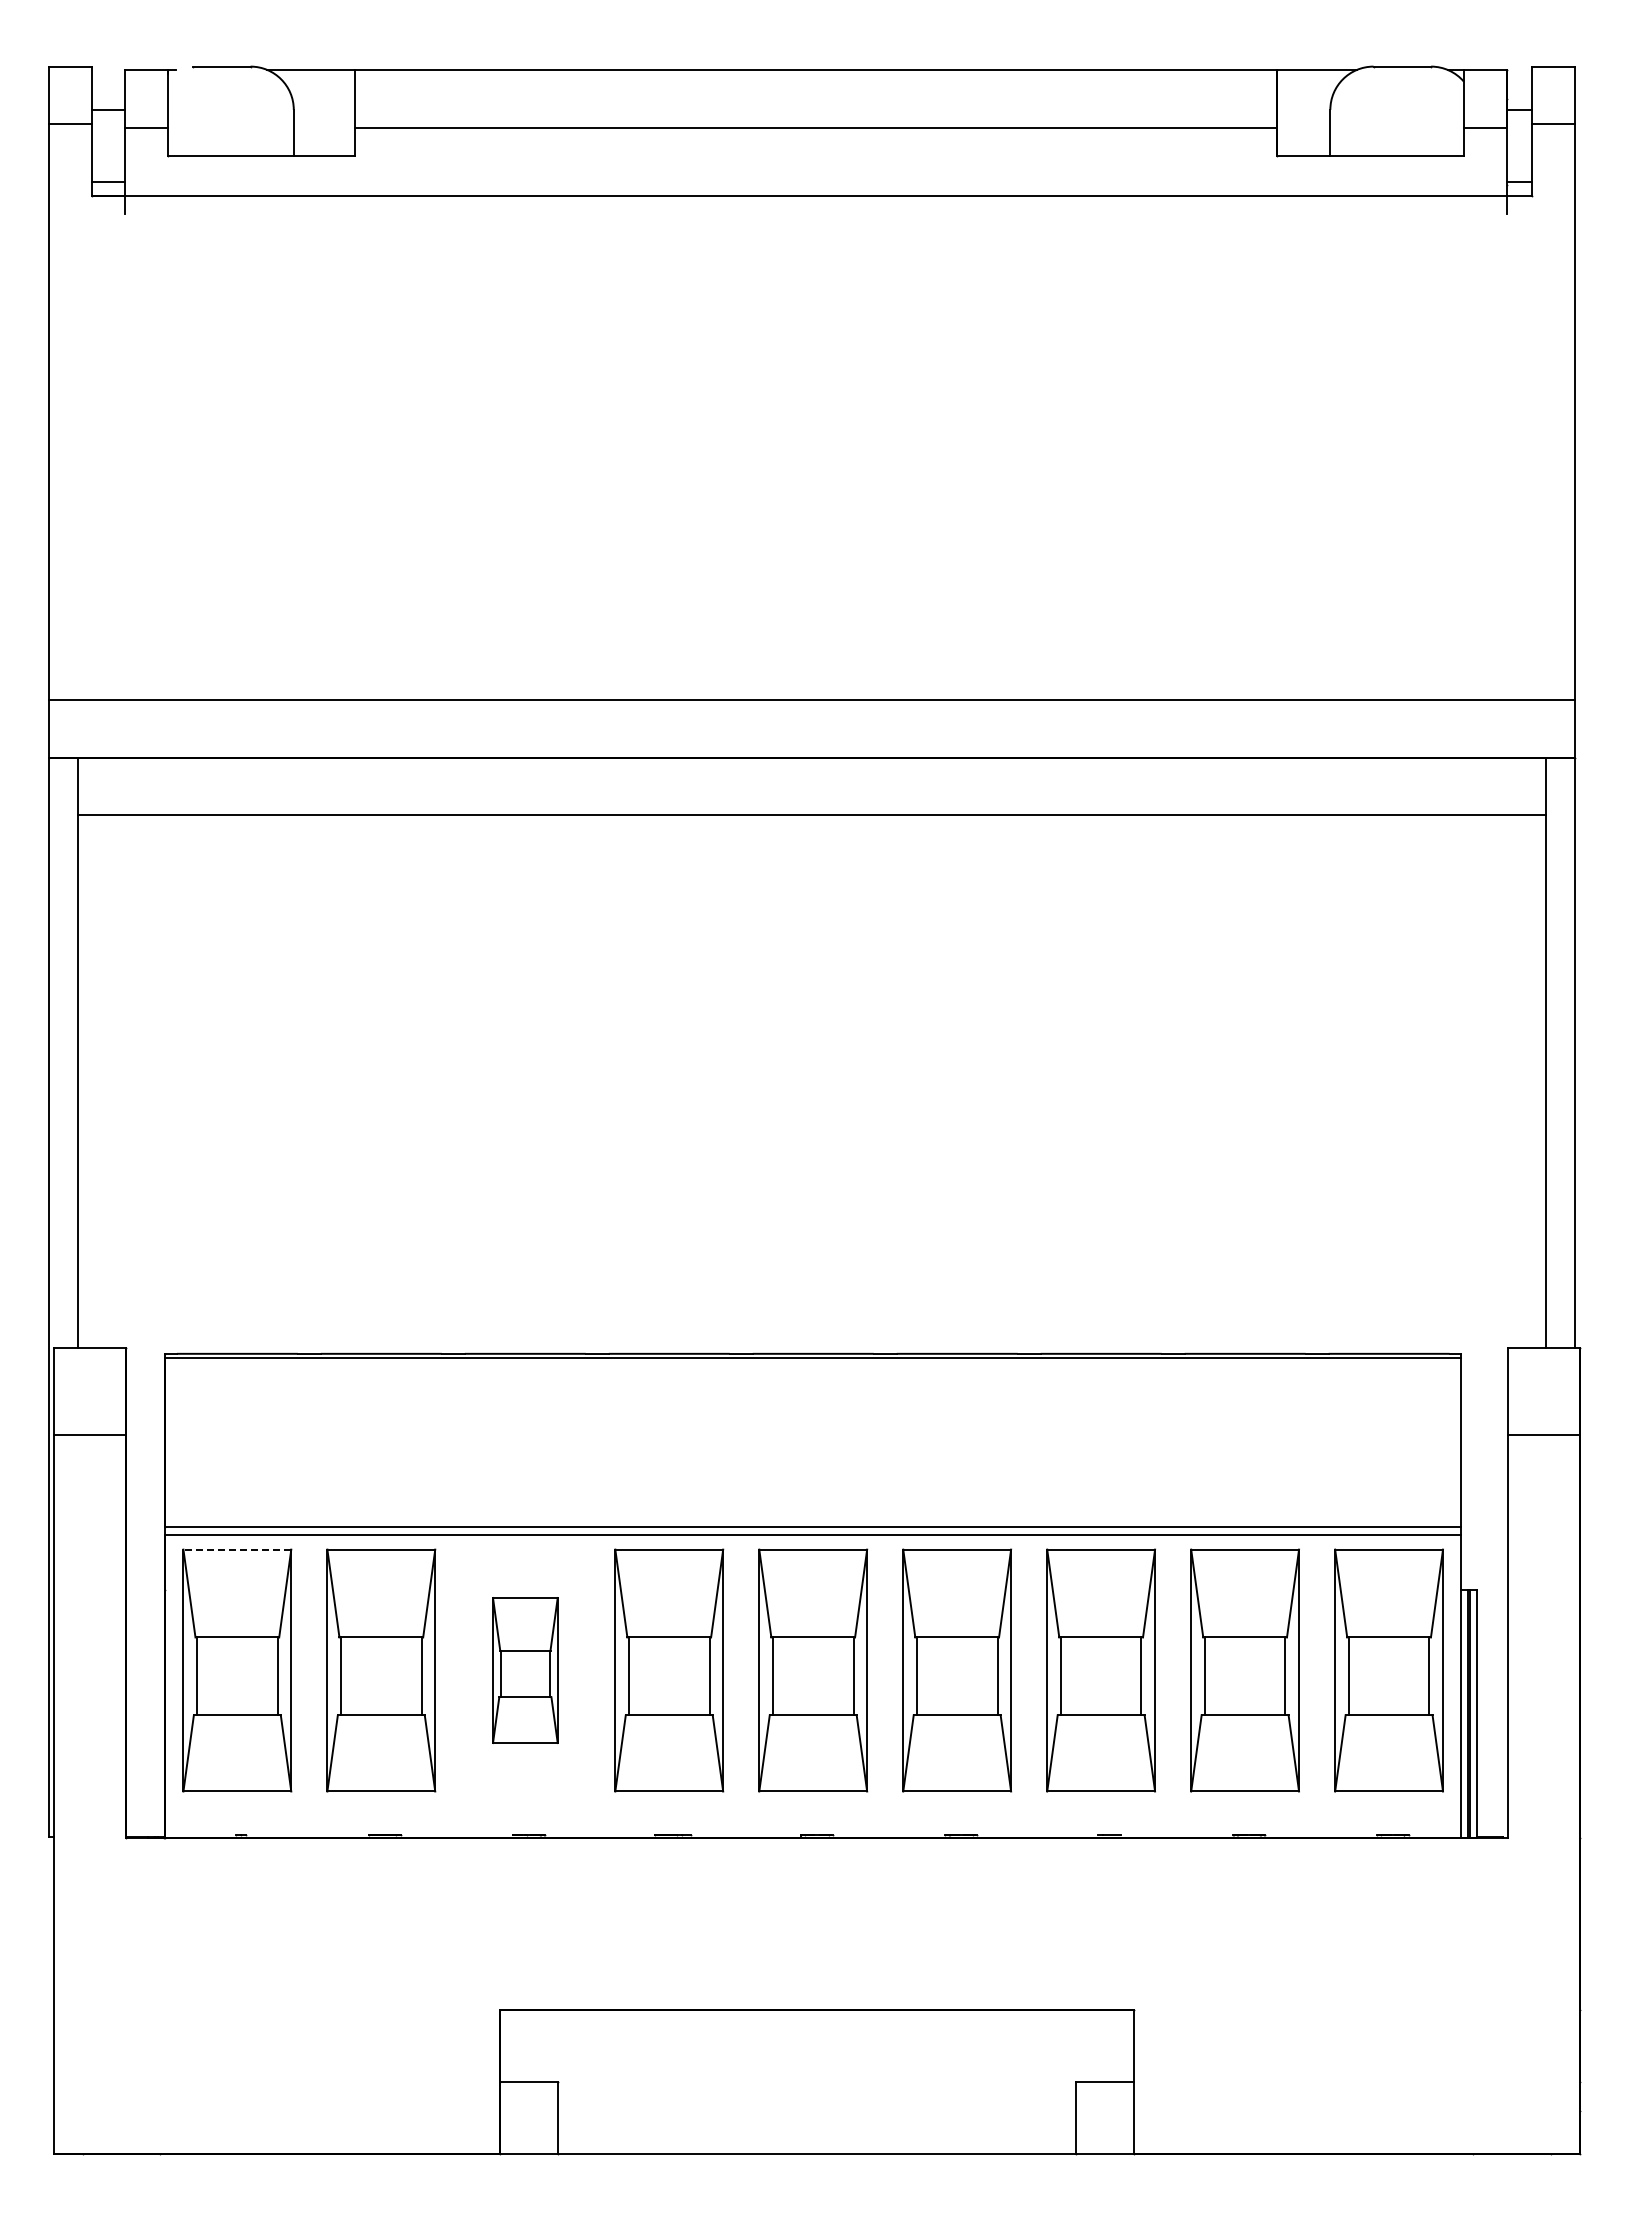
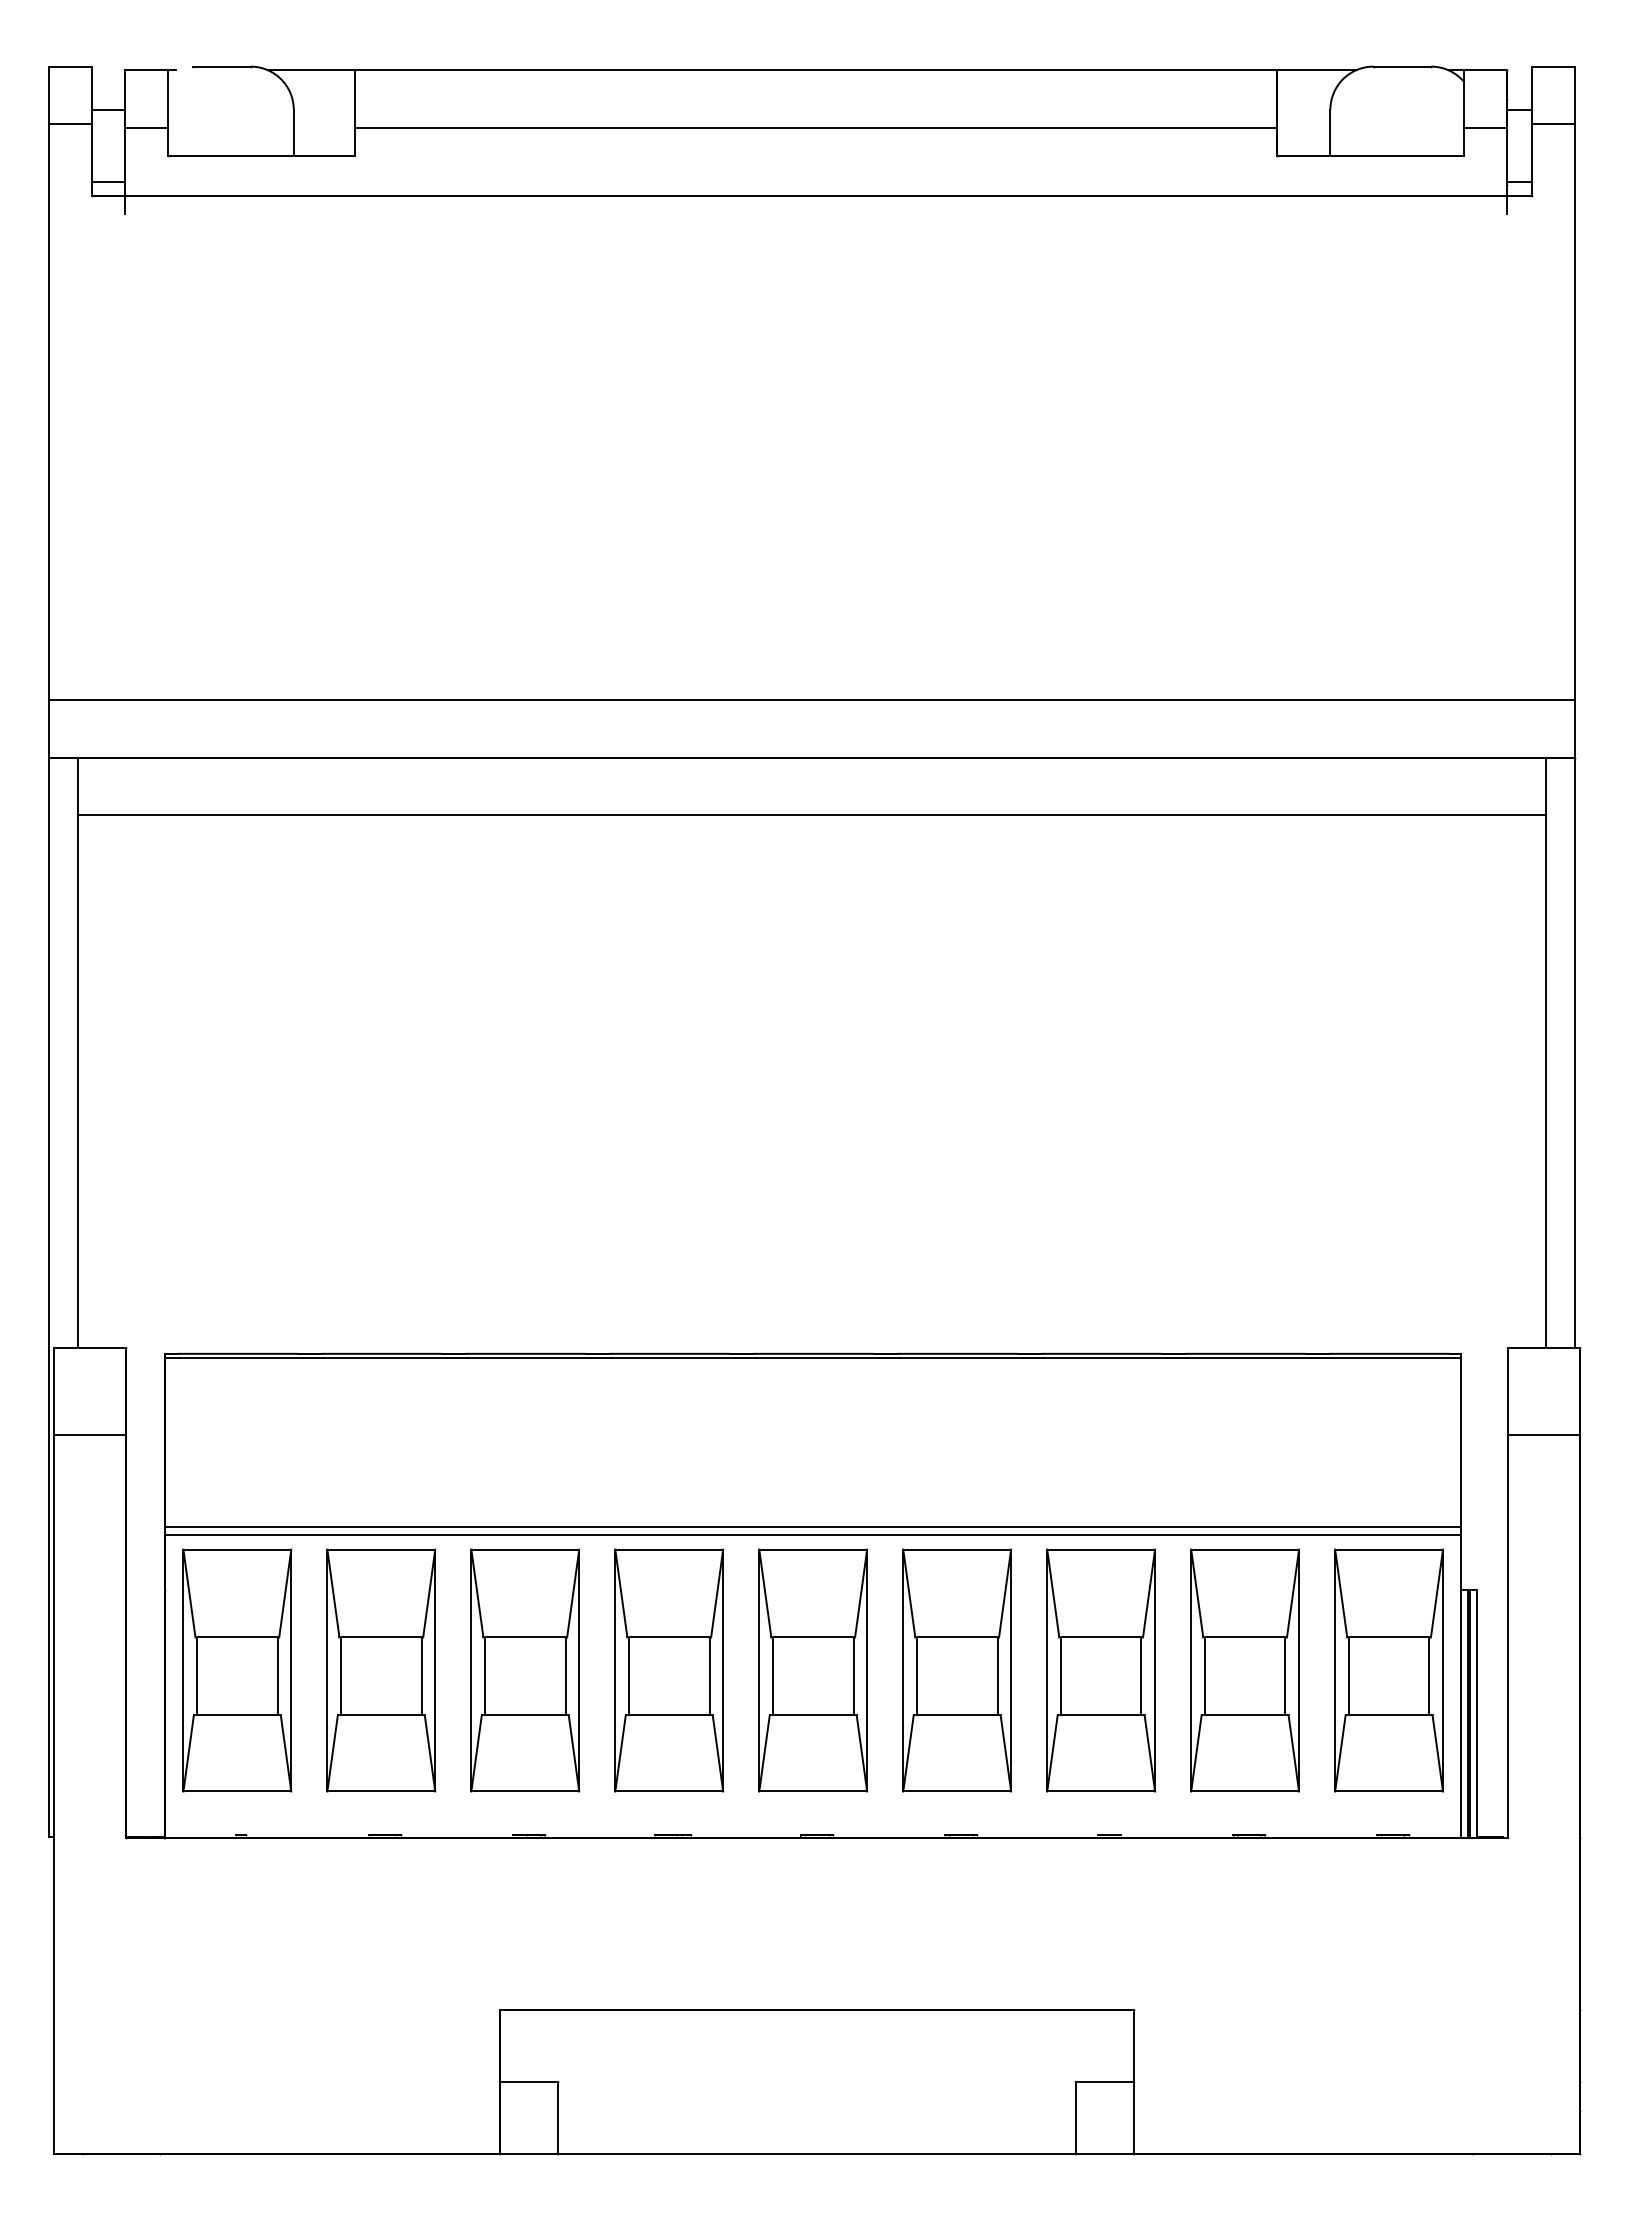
line at (237, 1549): dashed -> solid
part at (525, 1670) size: 67x147 px -> 111x245 px
